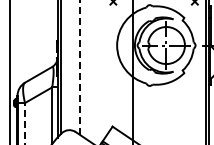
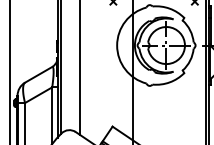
line at (79, 67): dashed -> solid
line at (25, 123): dashed -> solid
